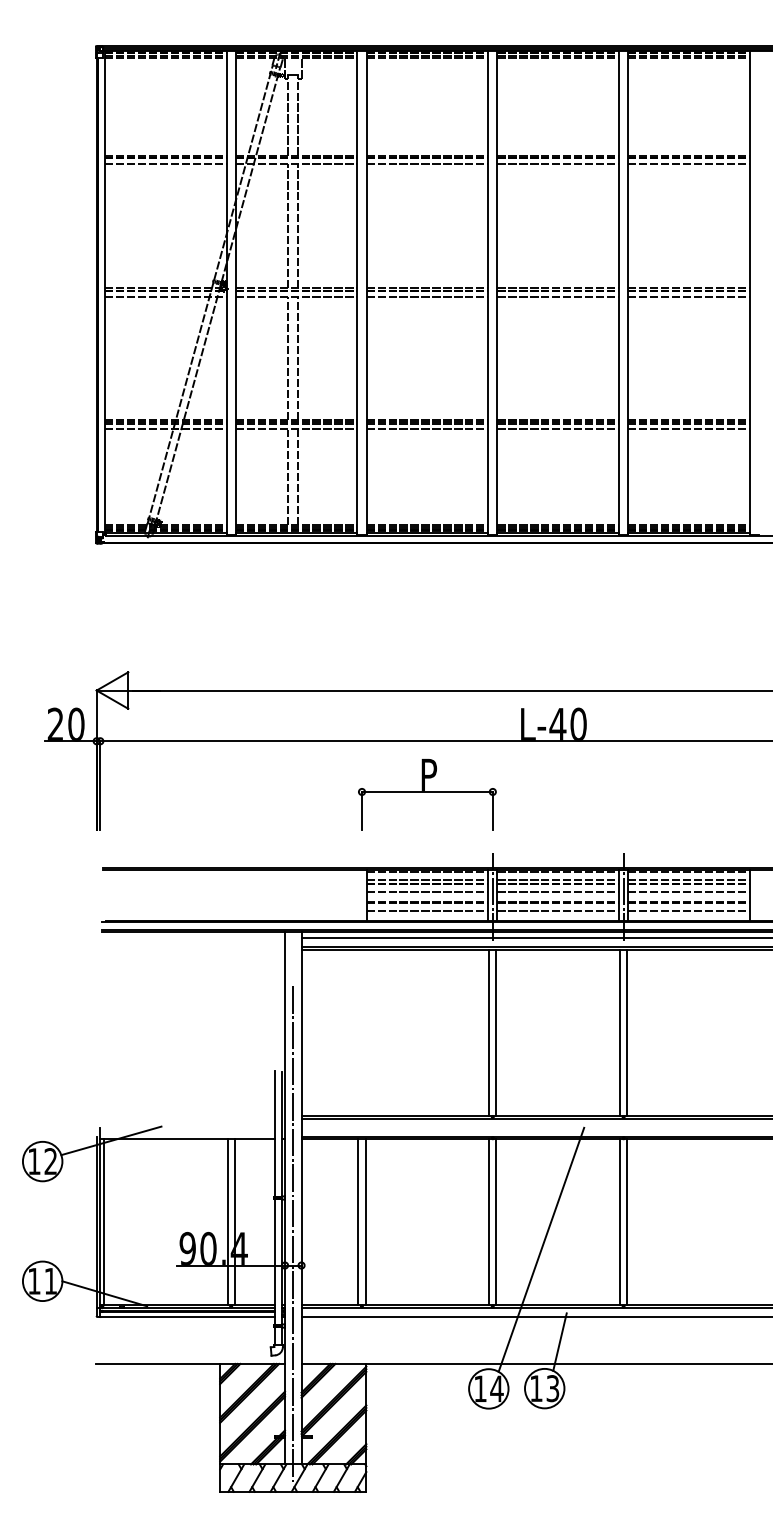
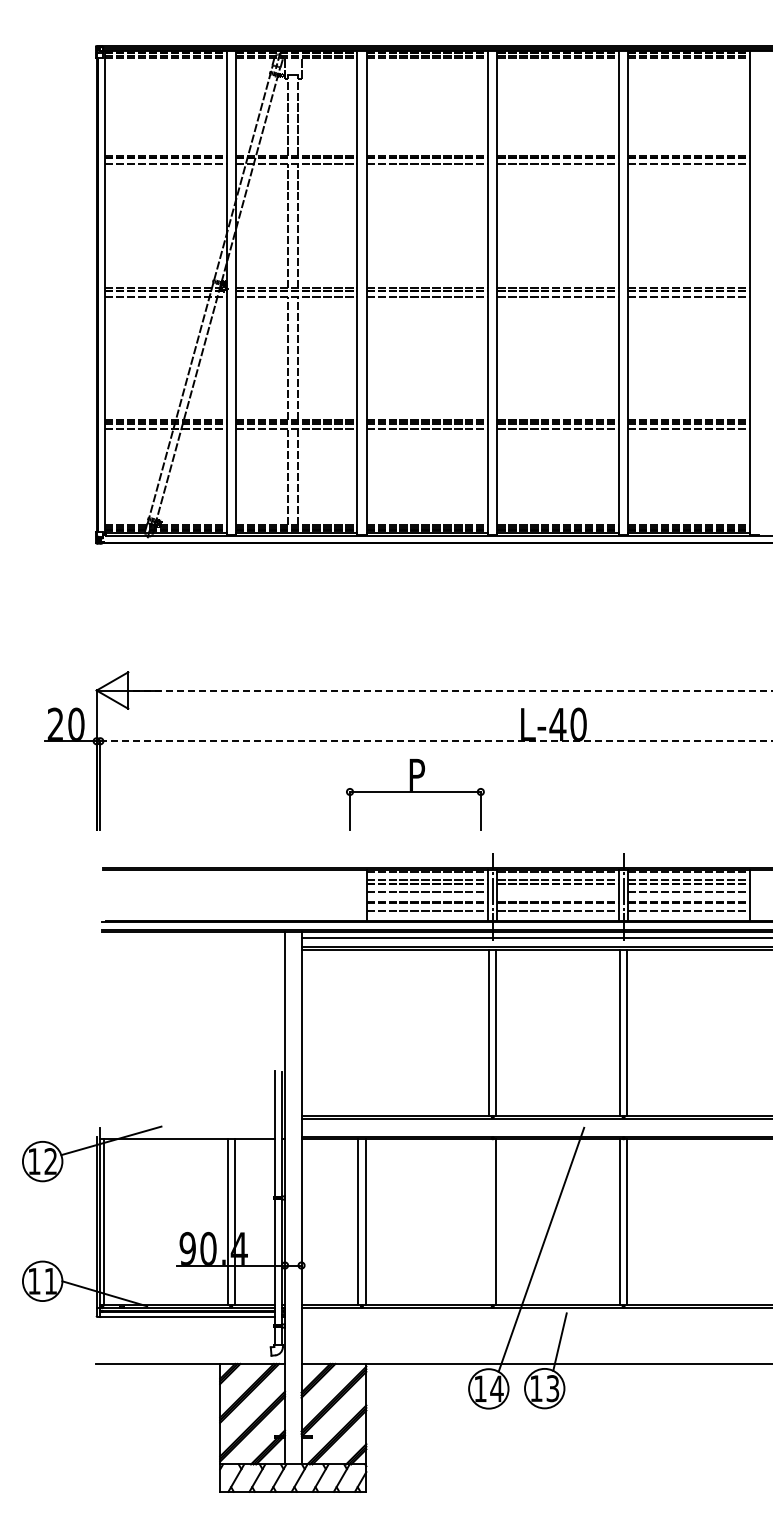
line at (453, 690): solid -> dashed
line at (436, 741): solid -> dashed
part at (427, 794) position: (427, 794) -> (415, 794)
line at (558, 892): present -> none
line at (489, 1222): present -> none
line at (293, 1234): present -> none
line at (535, 1316): present -> none
